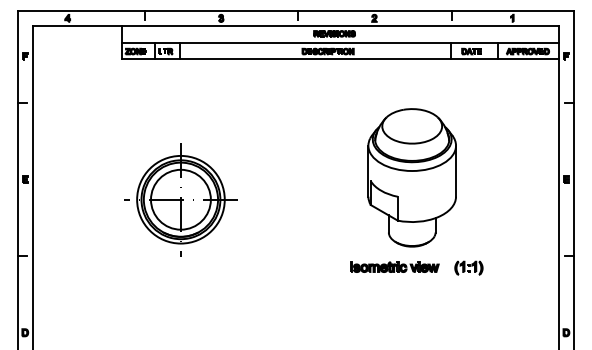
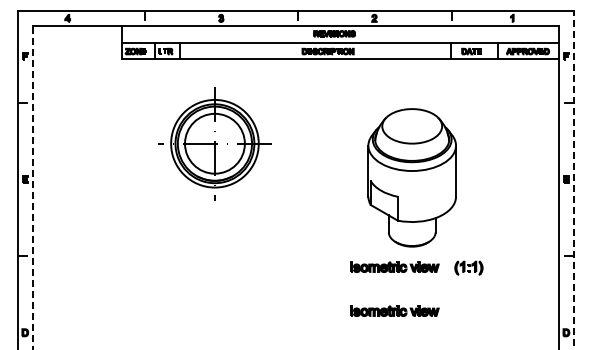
line at (574, 179): solid -> dashed
line at (33, 187): solid -> dashed
part at (180, 199) position: (180, 199) -> (214, 143)
part at (394, 310): none -> present
